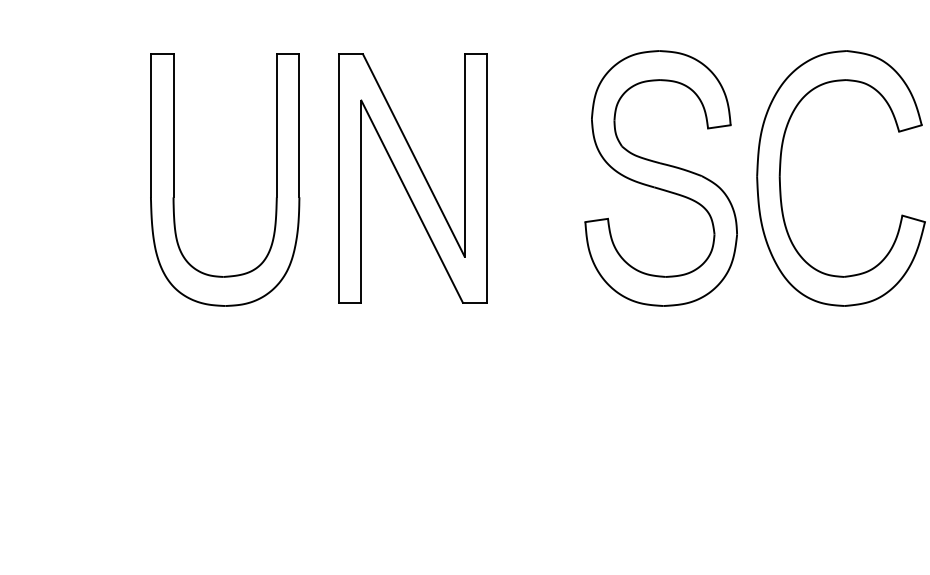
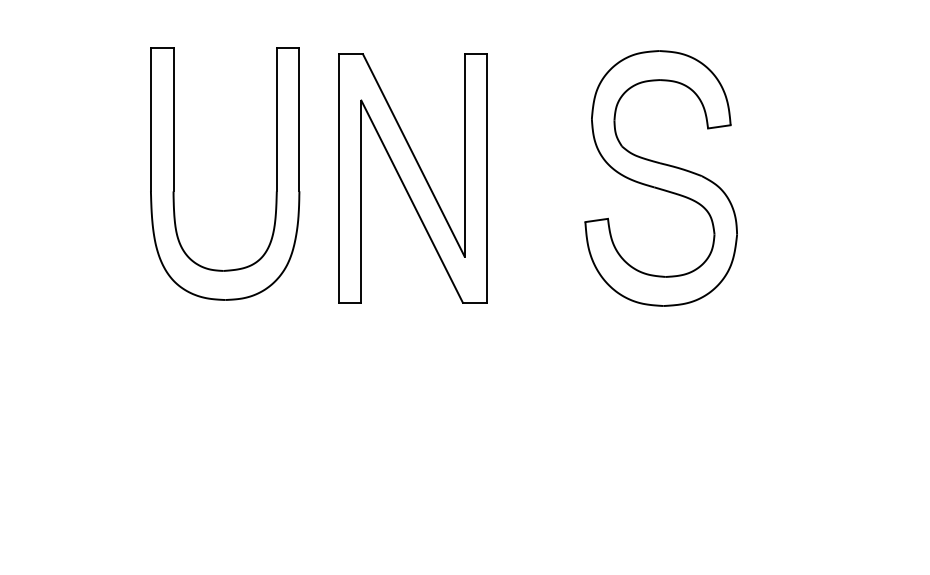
part at (174, 179) position: (174, 179) -> (174, 173)
part at (781, 188): present -> none
